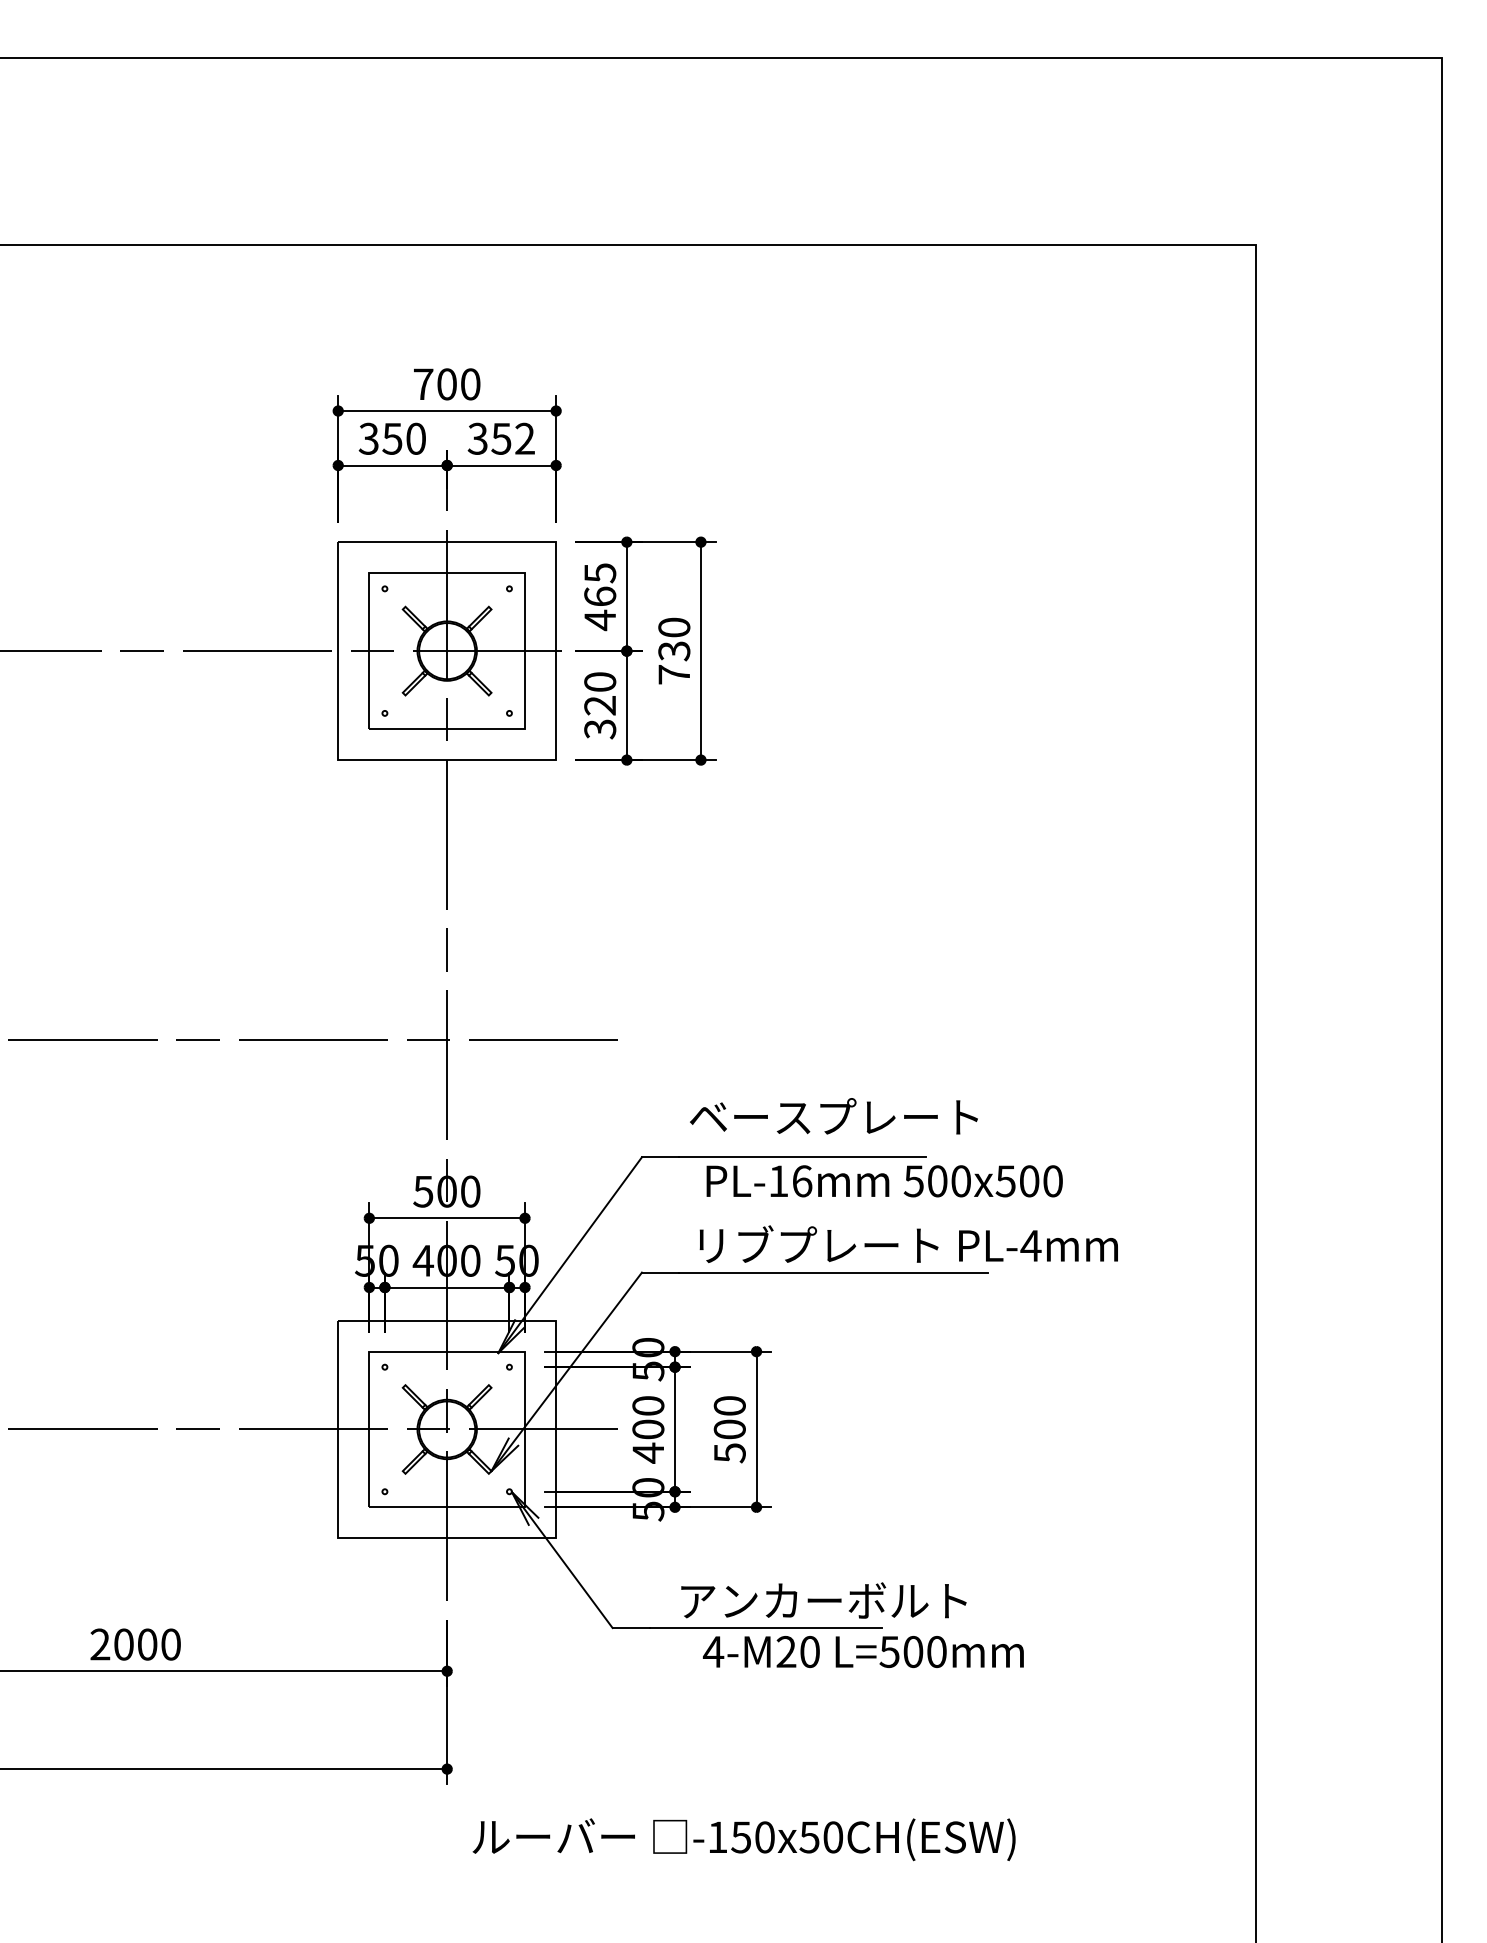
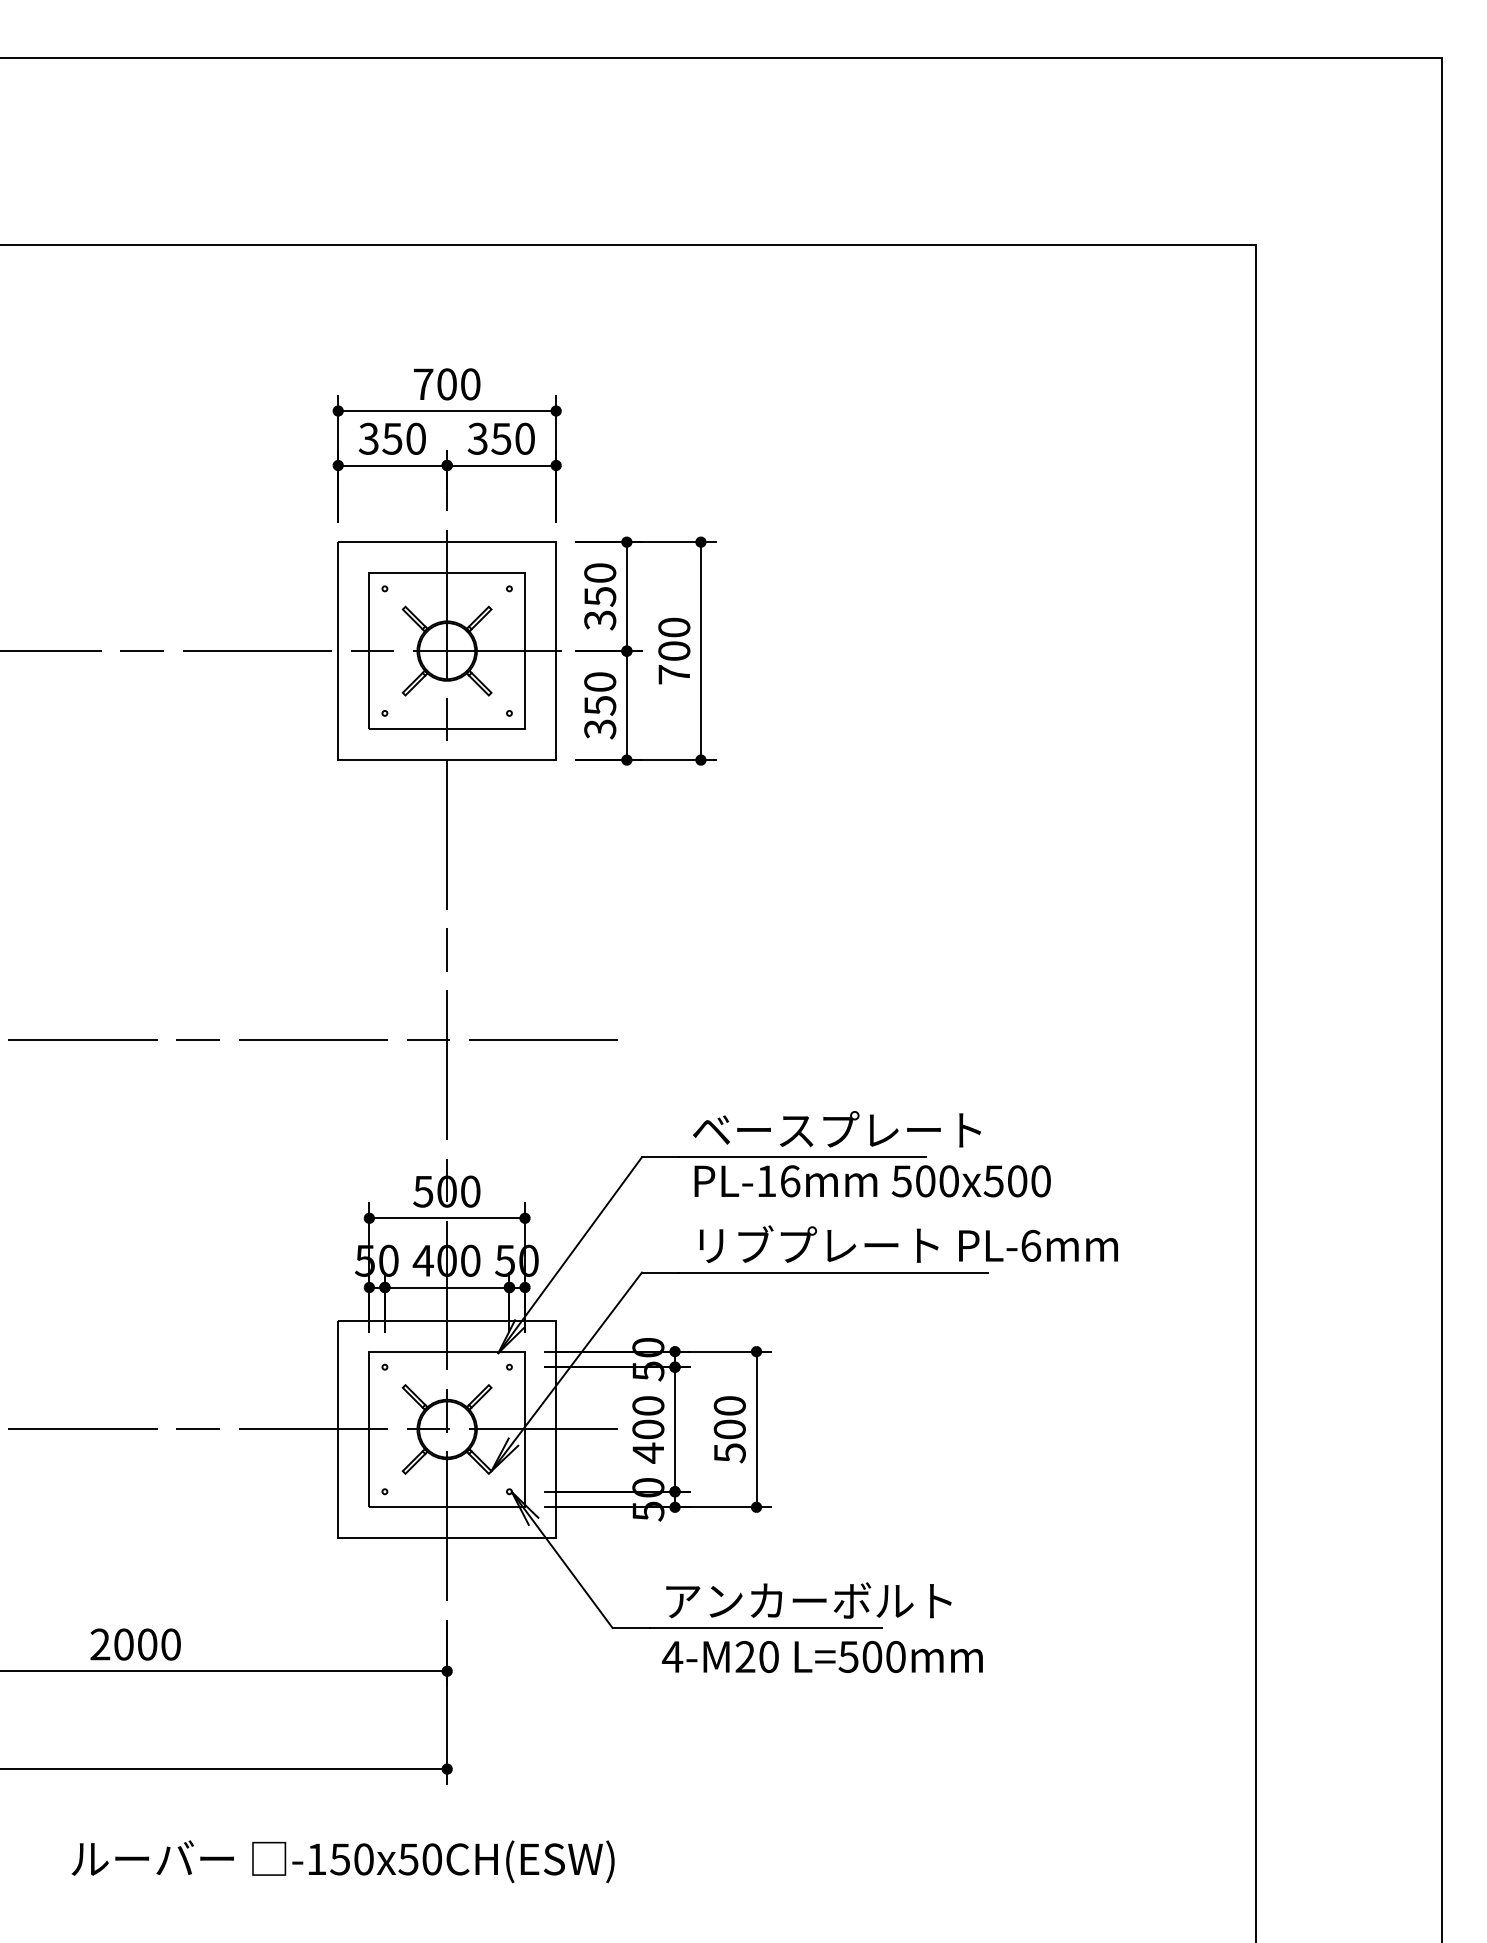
text at (524, 438): 352 -> 350
text at (600, 597): 465 -> 350
text at (674, 651): 730 -> 700
text at (600, 705): 320 -> 350
text at (833, 1116) position: (833, 1116) -> (836, 1129)
text at (884, 1181) position: (884, 1181) -> (872, 1181)
text at (1030, 1245): PL-4mm -> PL-6mm
text at (823, 1600) position: (823, 1600) -> (808, 1600)
text at (862, 1651) position: (862, 1651) -> (821, 1656)
text at (743, 1839) position: (743, 1839) -> (342, 1861)
